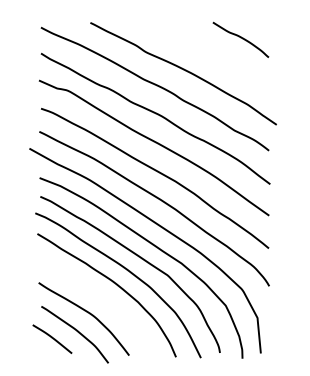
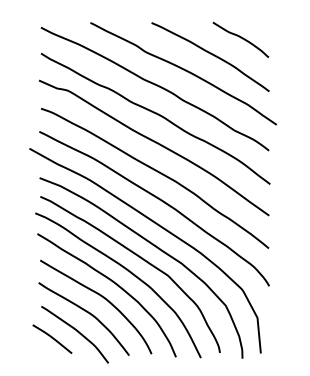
curve at (210, 54): none -> present
curve at (103, 298): none -> present
